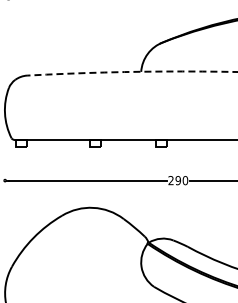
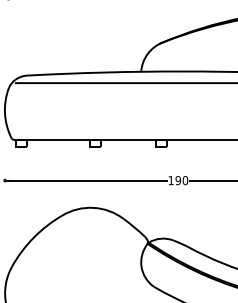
arc at (132, 71): dashed -> solid
line at (124, 83): none -> present
text at (170, 180): 290 -> 190
